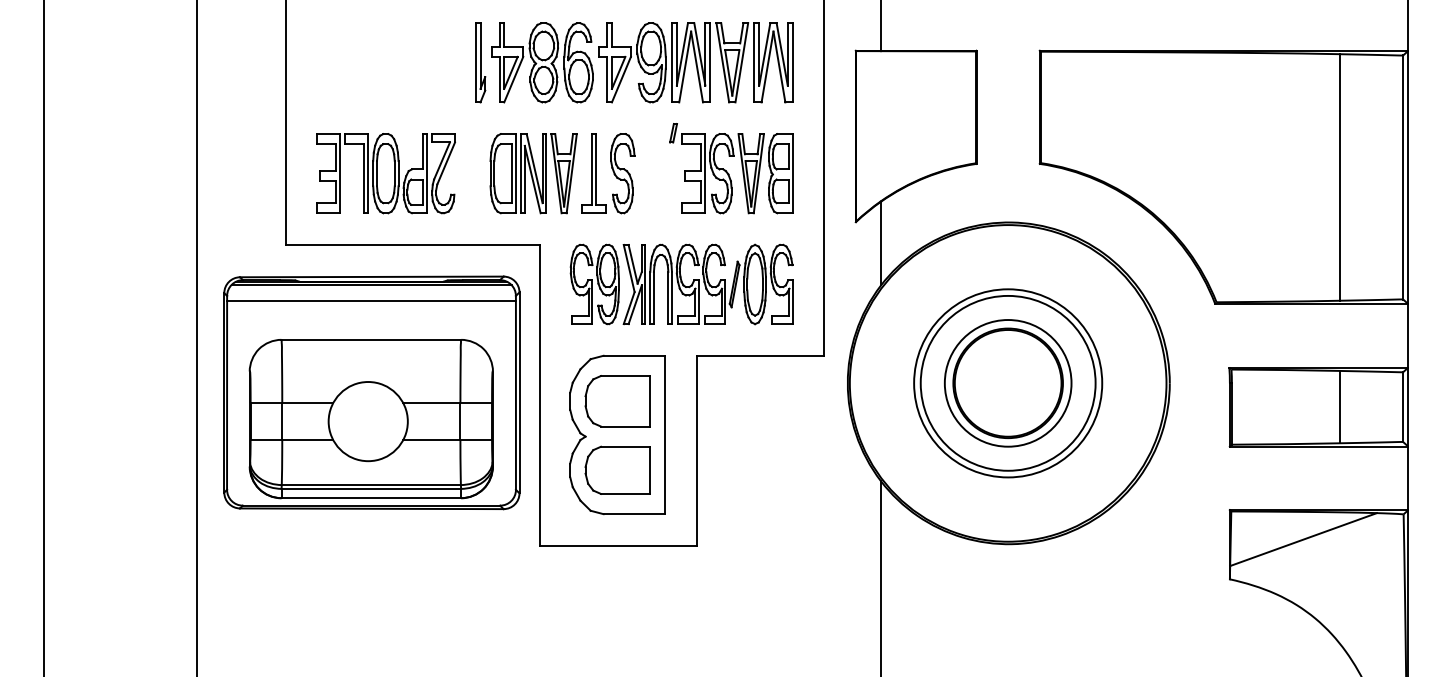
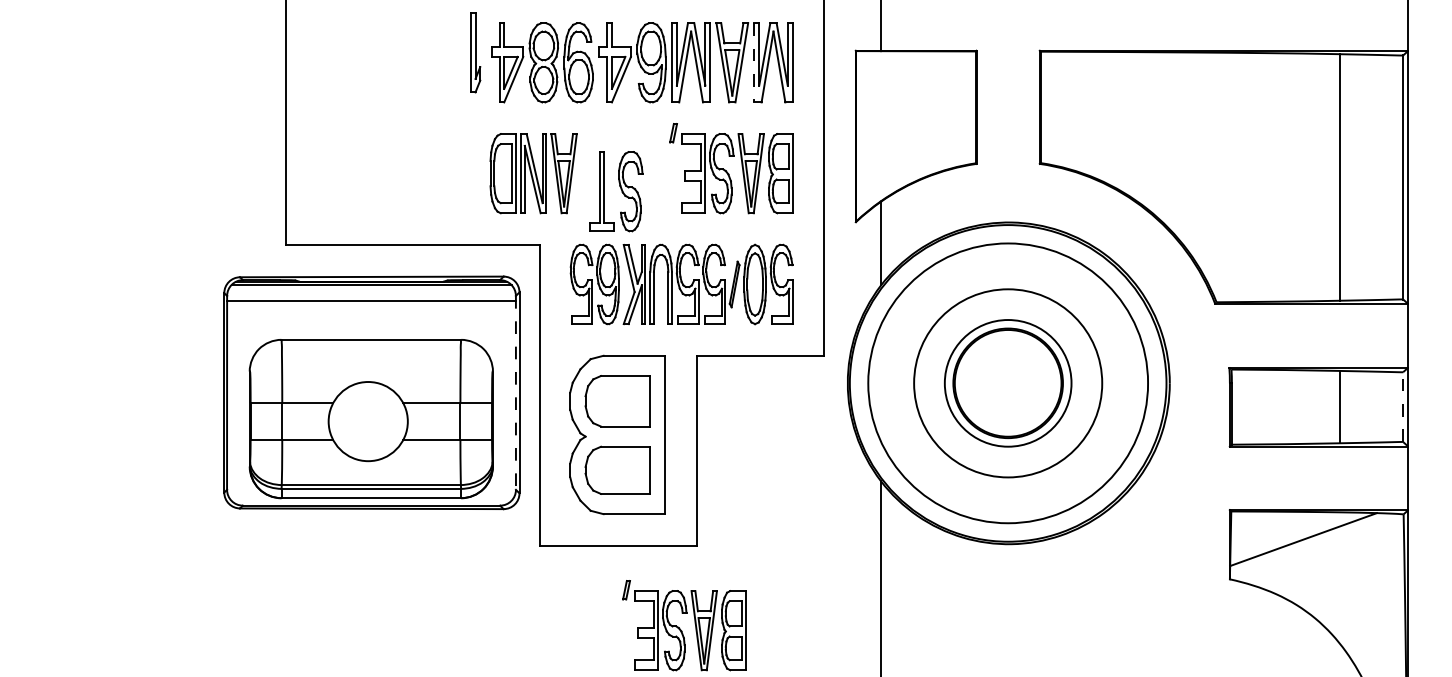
part at (480, 62) position: (480, 62) -> (475, 52)
line at (754, 62): solid -> dashed
part at (385, 173): present -> none
part at (608, 173) position: (608, 173) -> (616, 191)
line at (43, 337): present -> none
line at (197, 337): present -> none
circle at (1007, 382) diameter: 175 px -> 280 px
line at (515, 392): solid -> dashed
line at (1403, 407): solid -> dashed
part at (684, 625): none -> present
